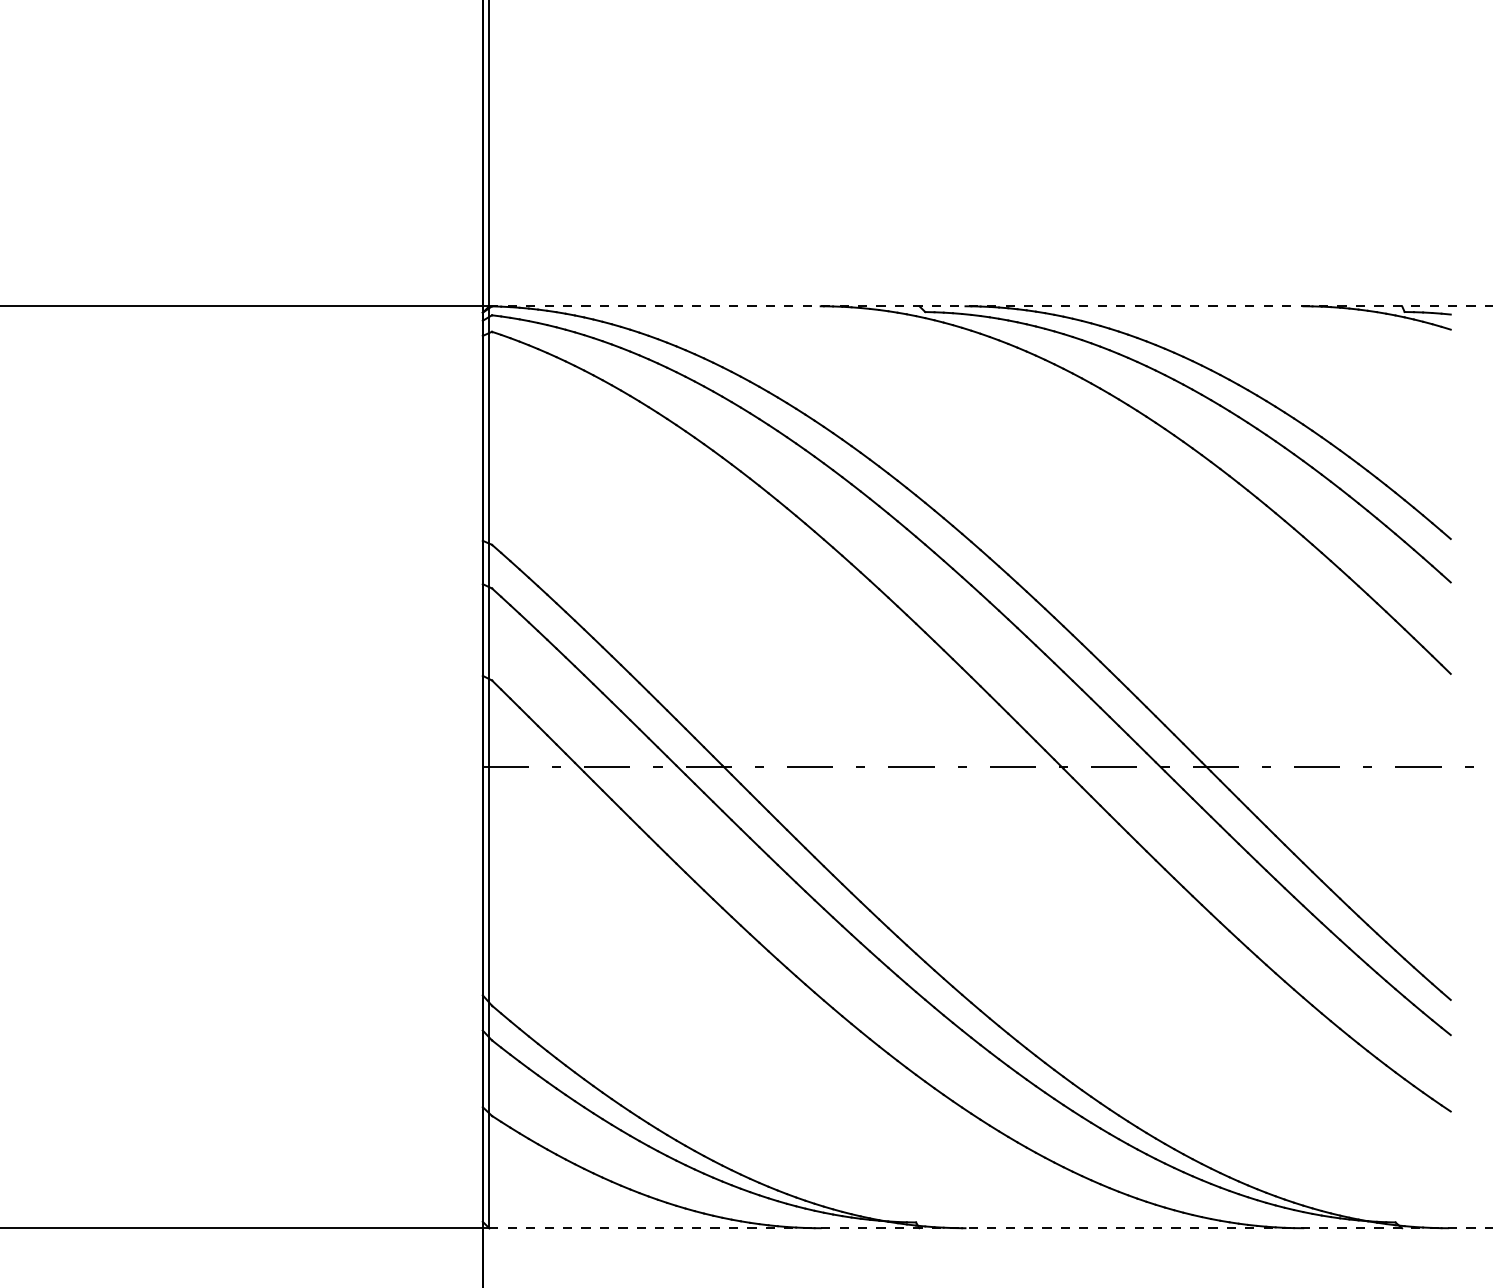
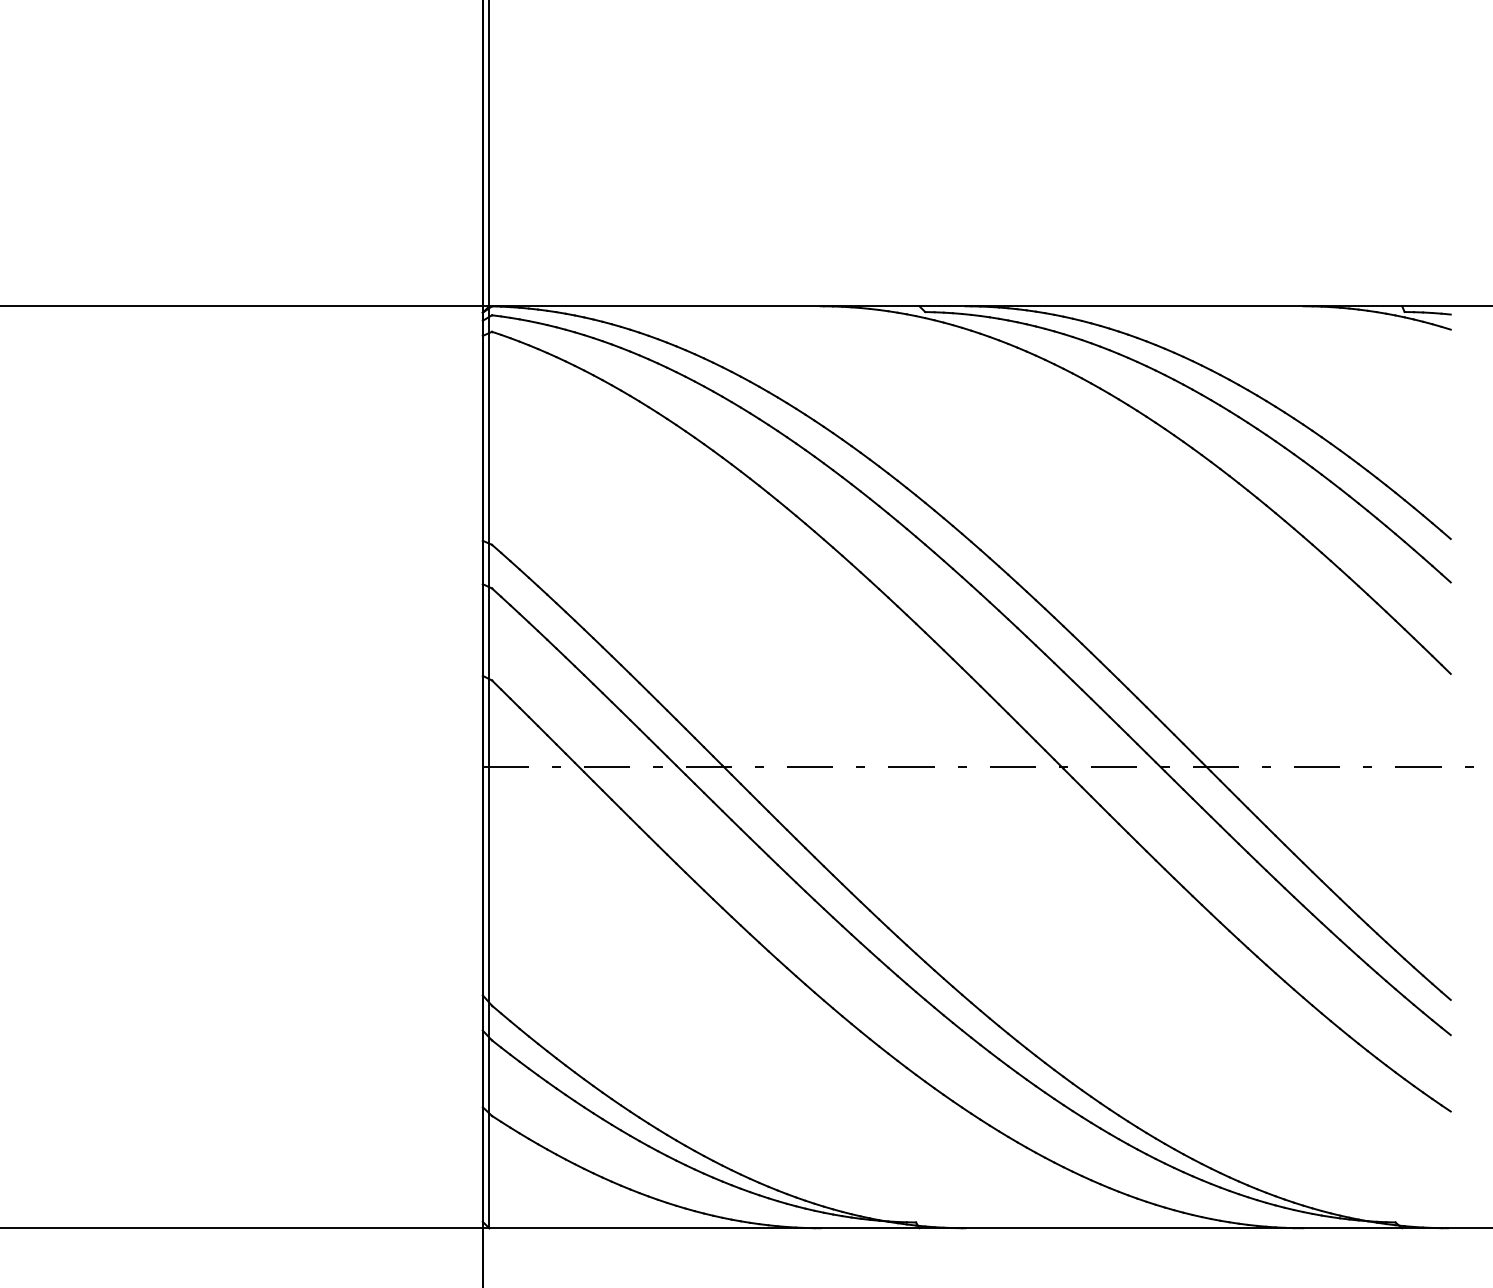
line at (991, 306): dashed -> solid
line at (991, 1228): dashed -> solid
